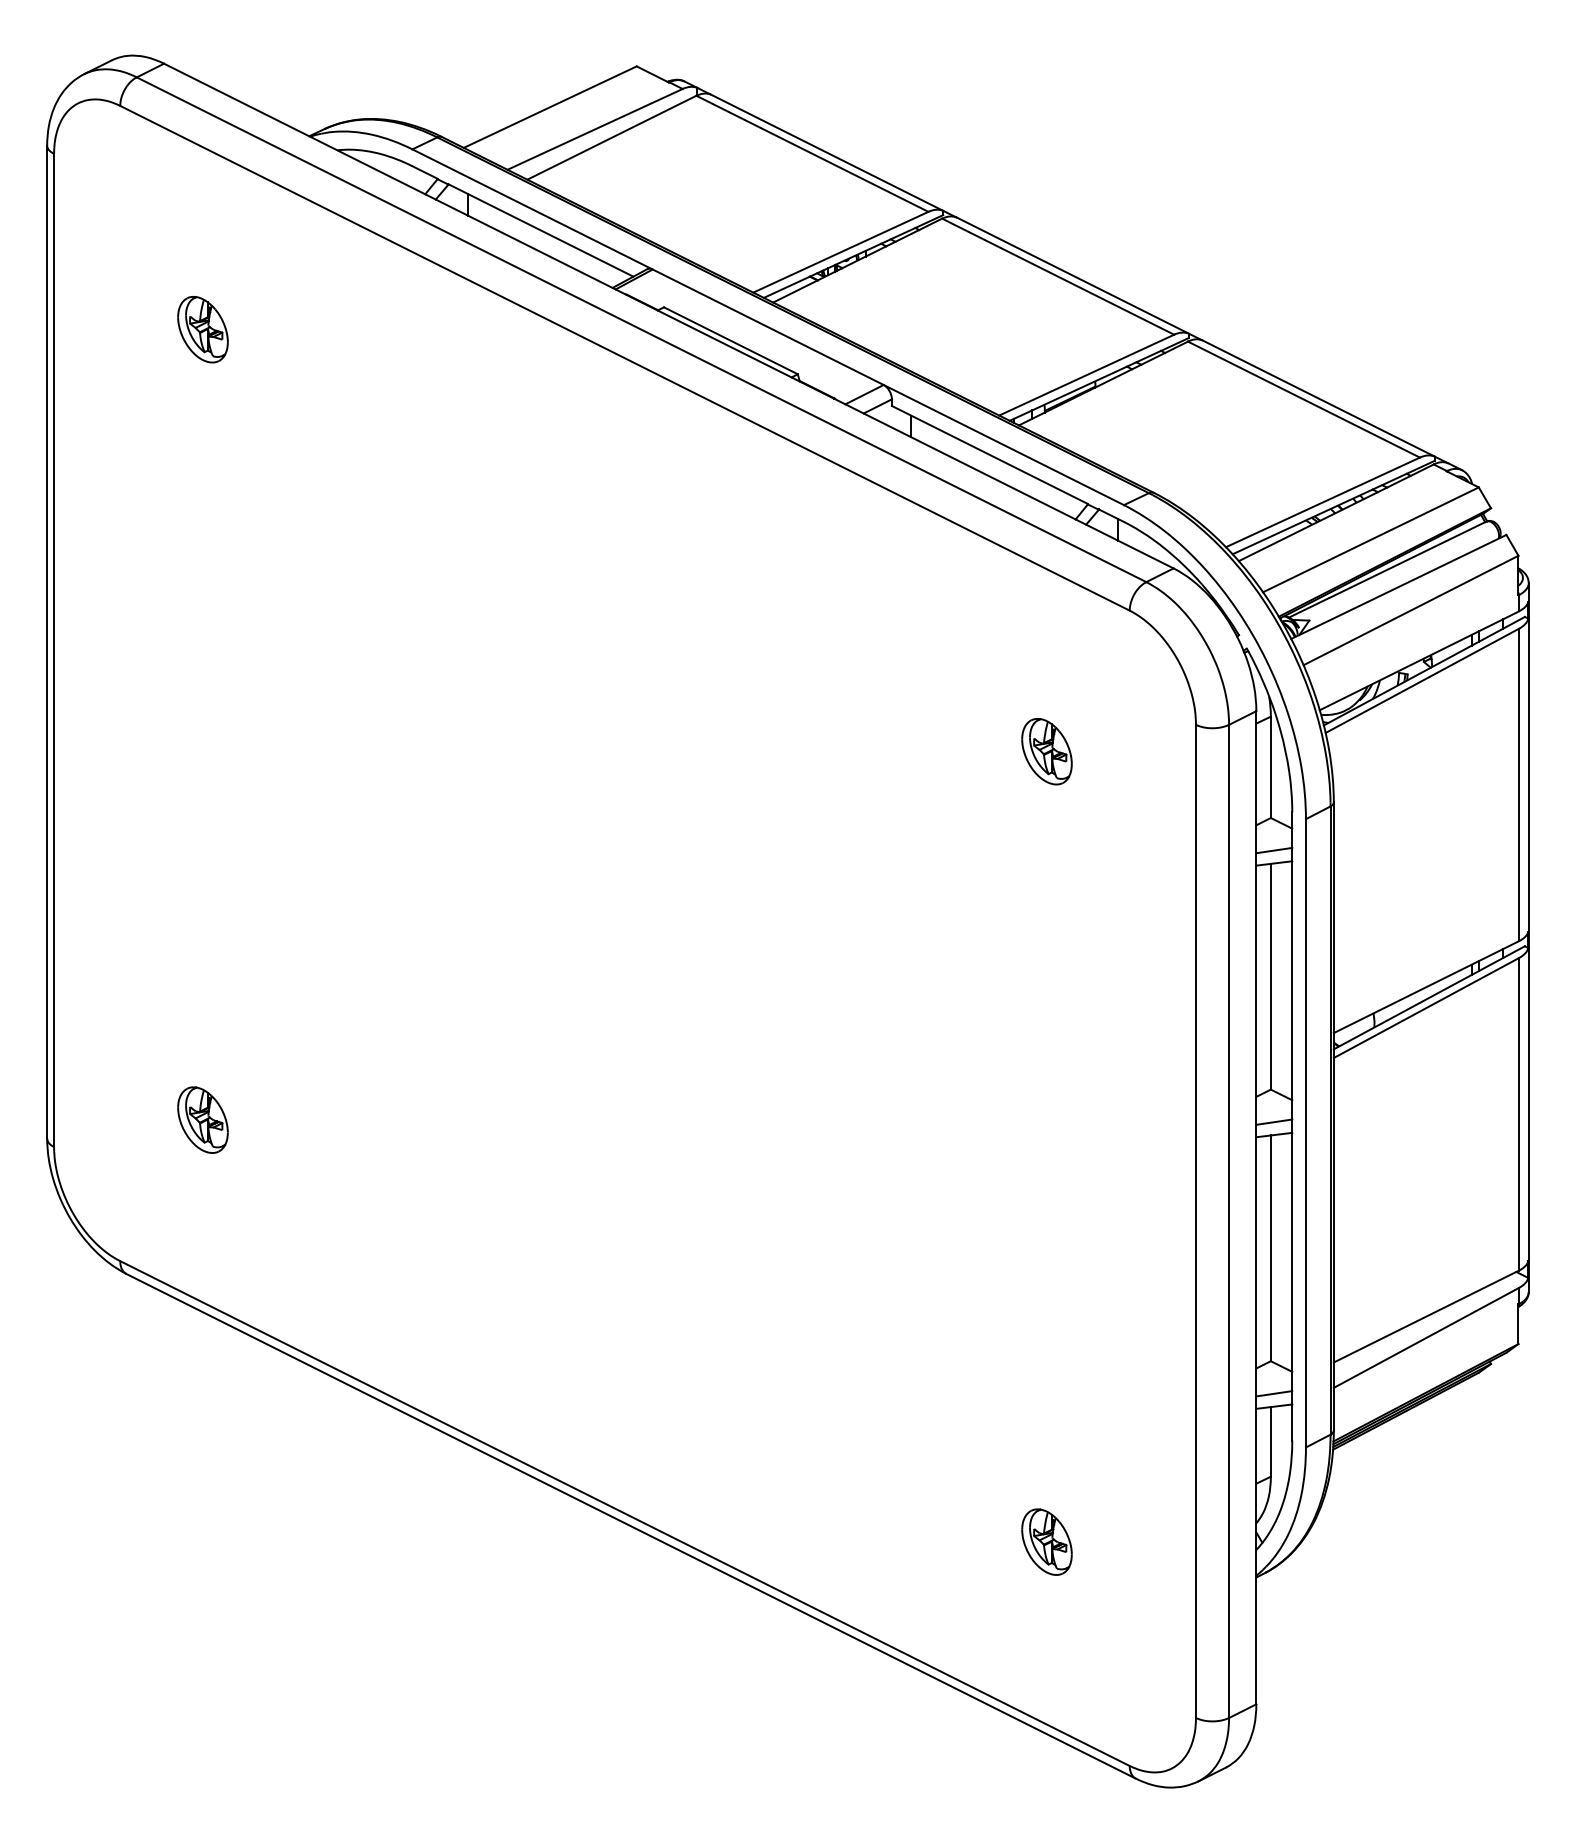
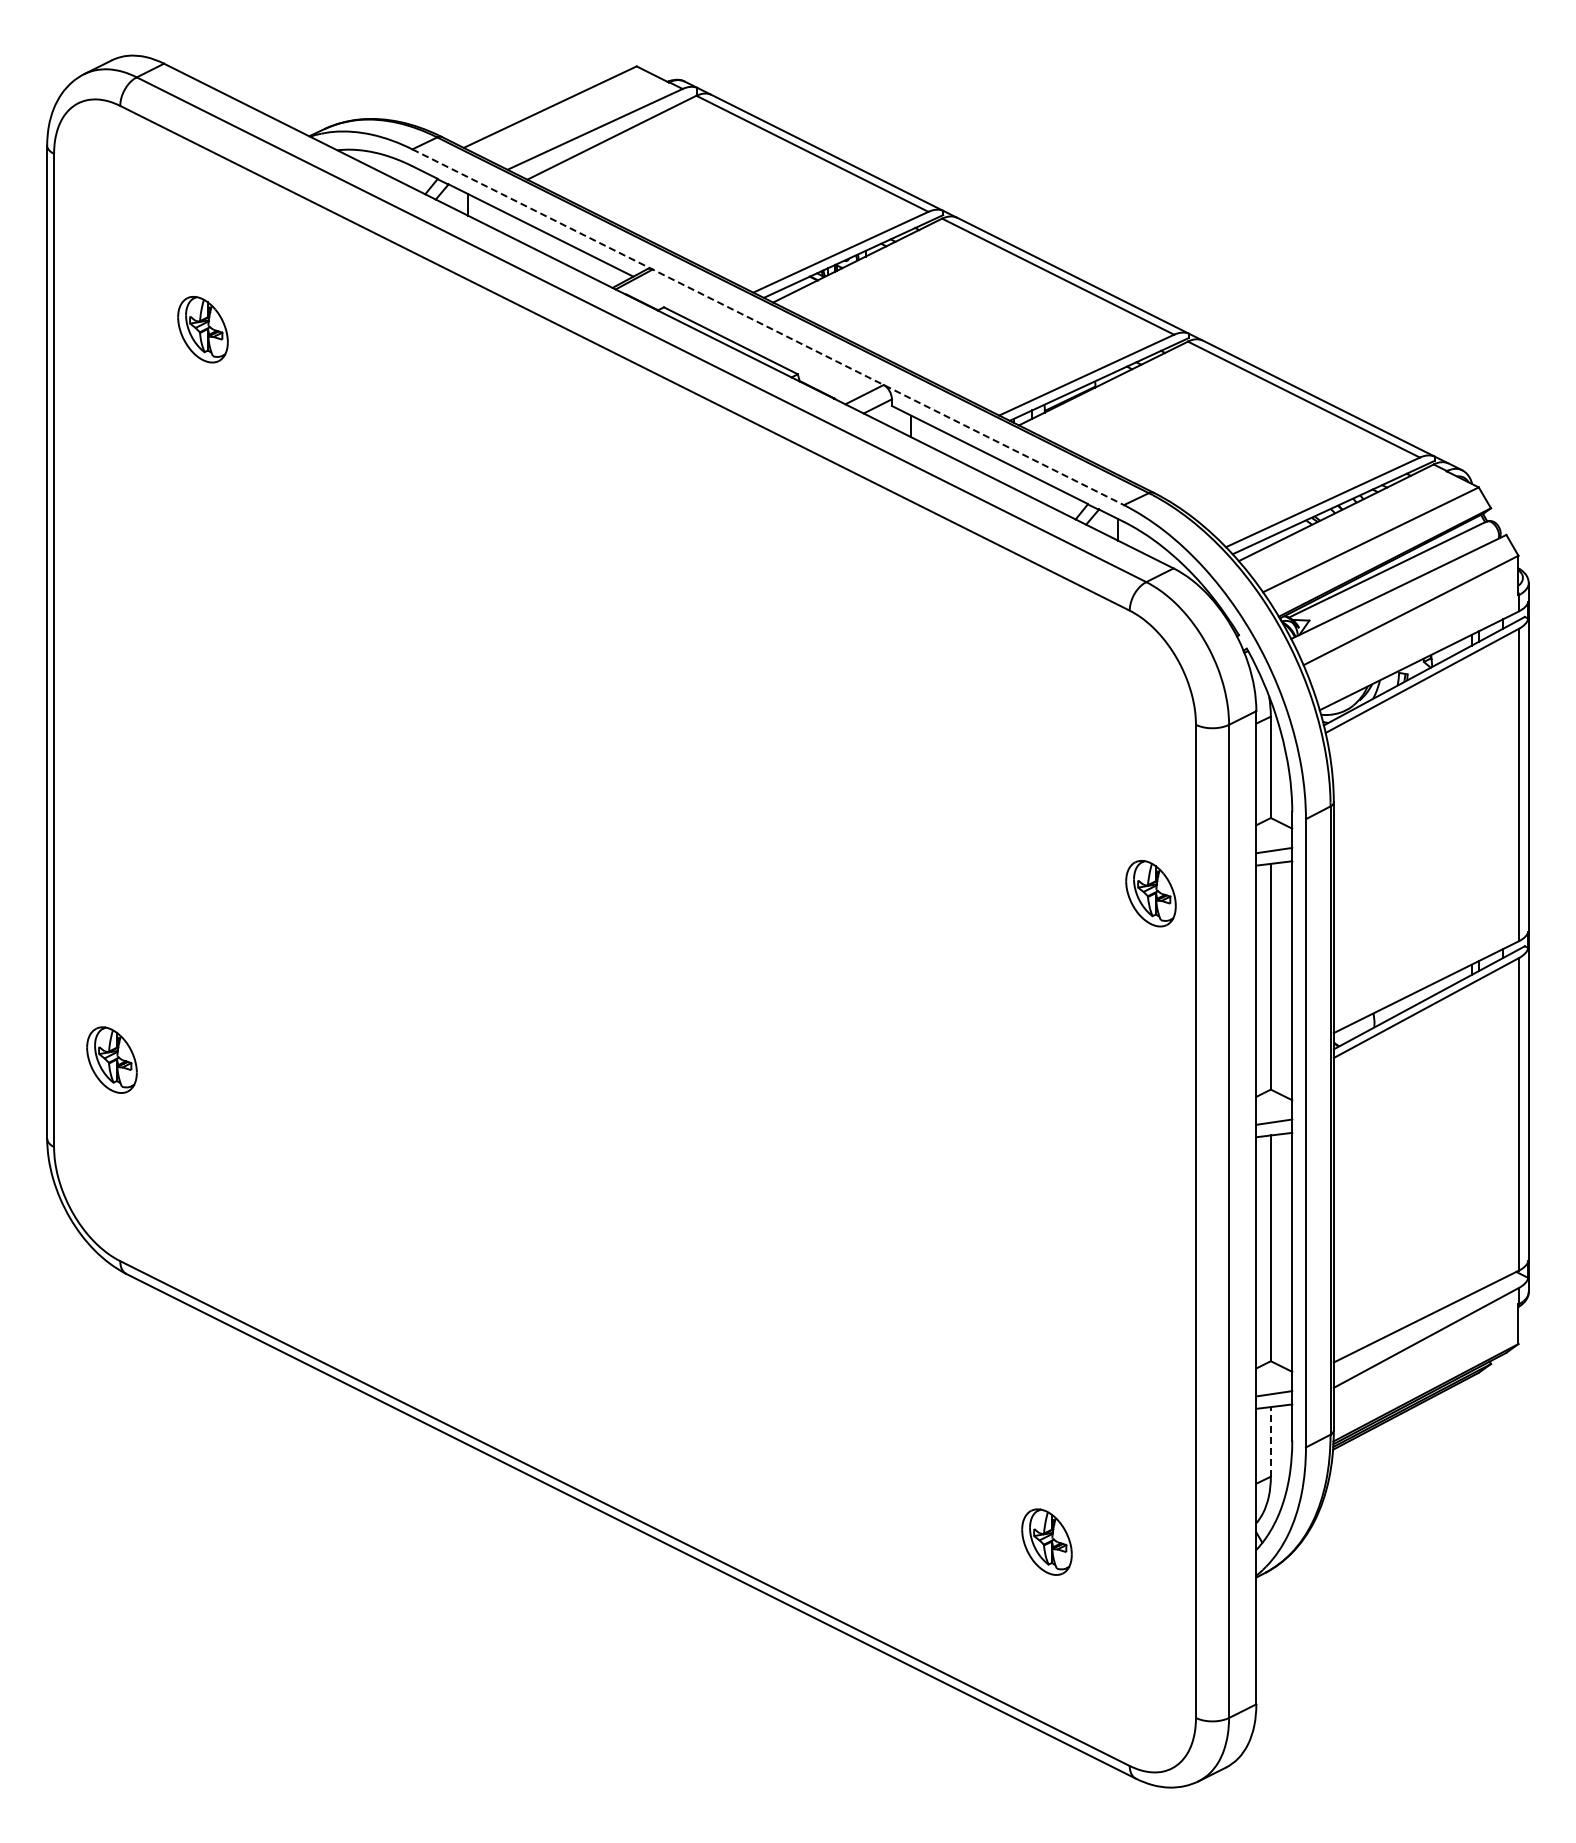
line at (768, 327): solid -> dashed
part at (1046, 751) position: (1046, 751) -> (1150, 893)
part at (202, 1119) position: (202, 1119) -> (111, 1059)
line at (1270, 1441): solid -> dashed
